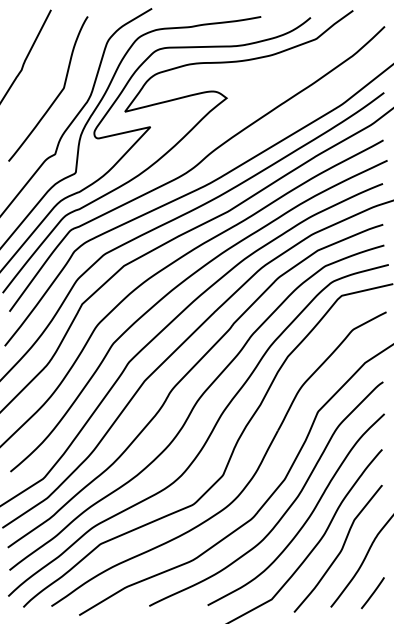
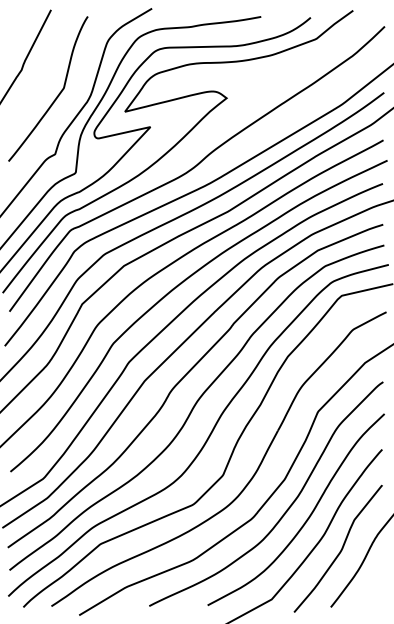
line at (372, 593): present -> none
